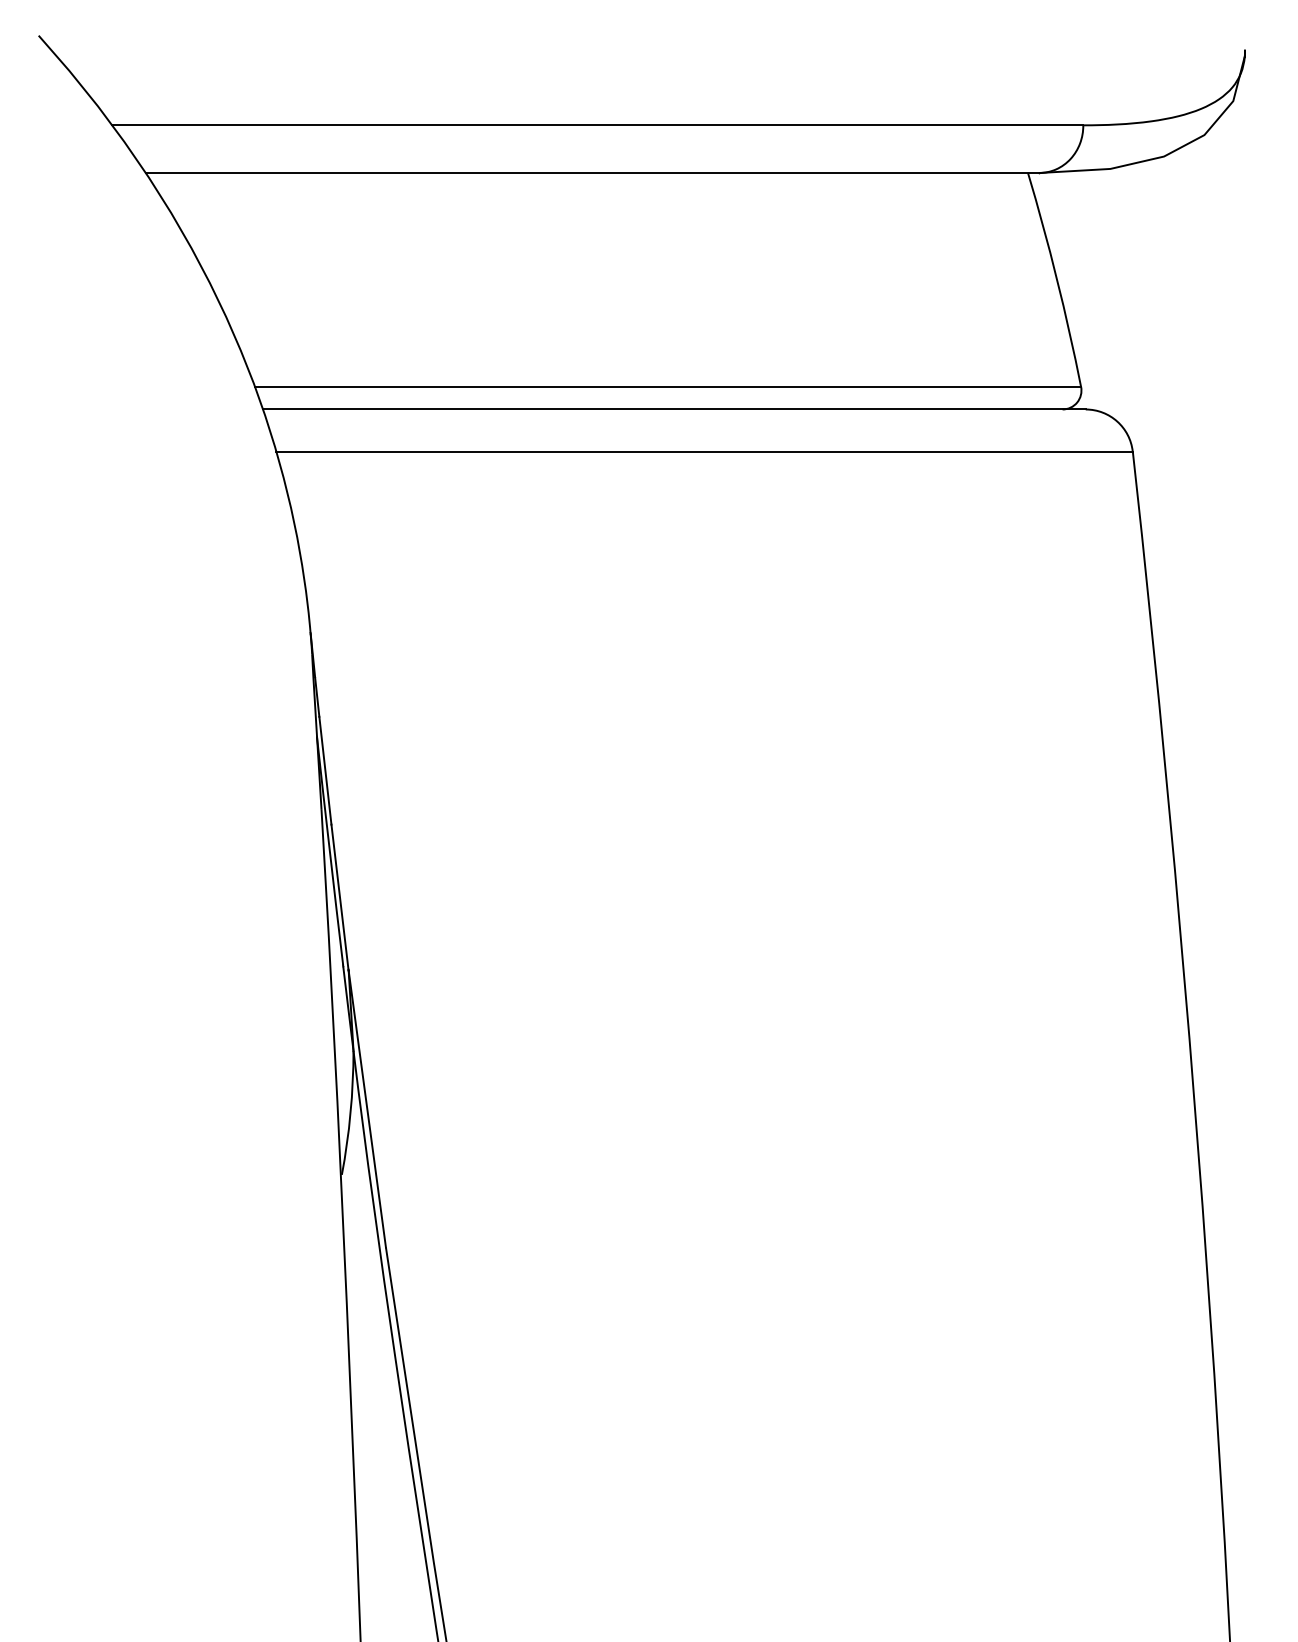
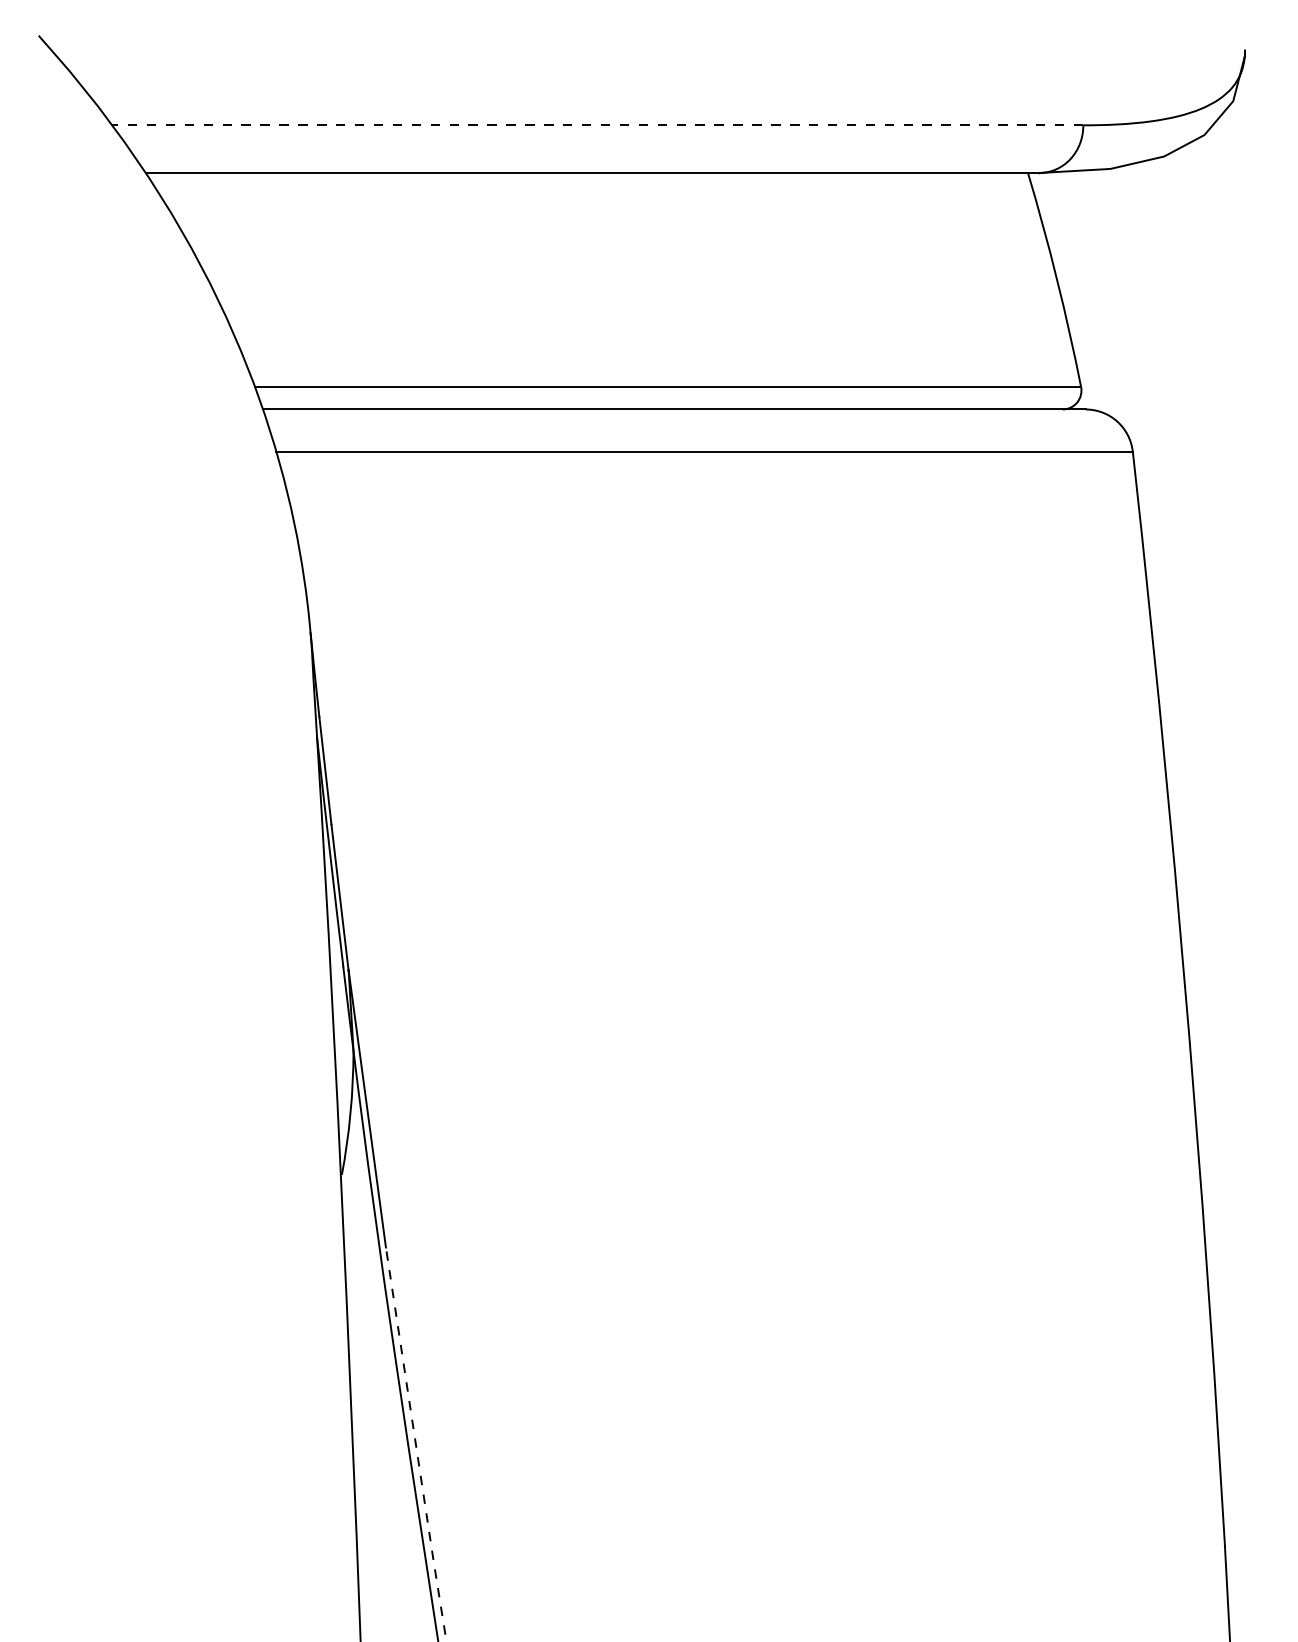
line at (597, 125): solid -> dashed
line at (415, 1444): solid -> dashed
